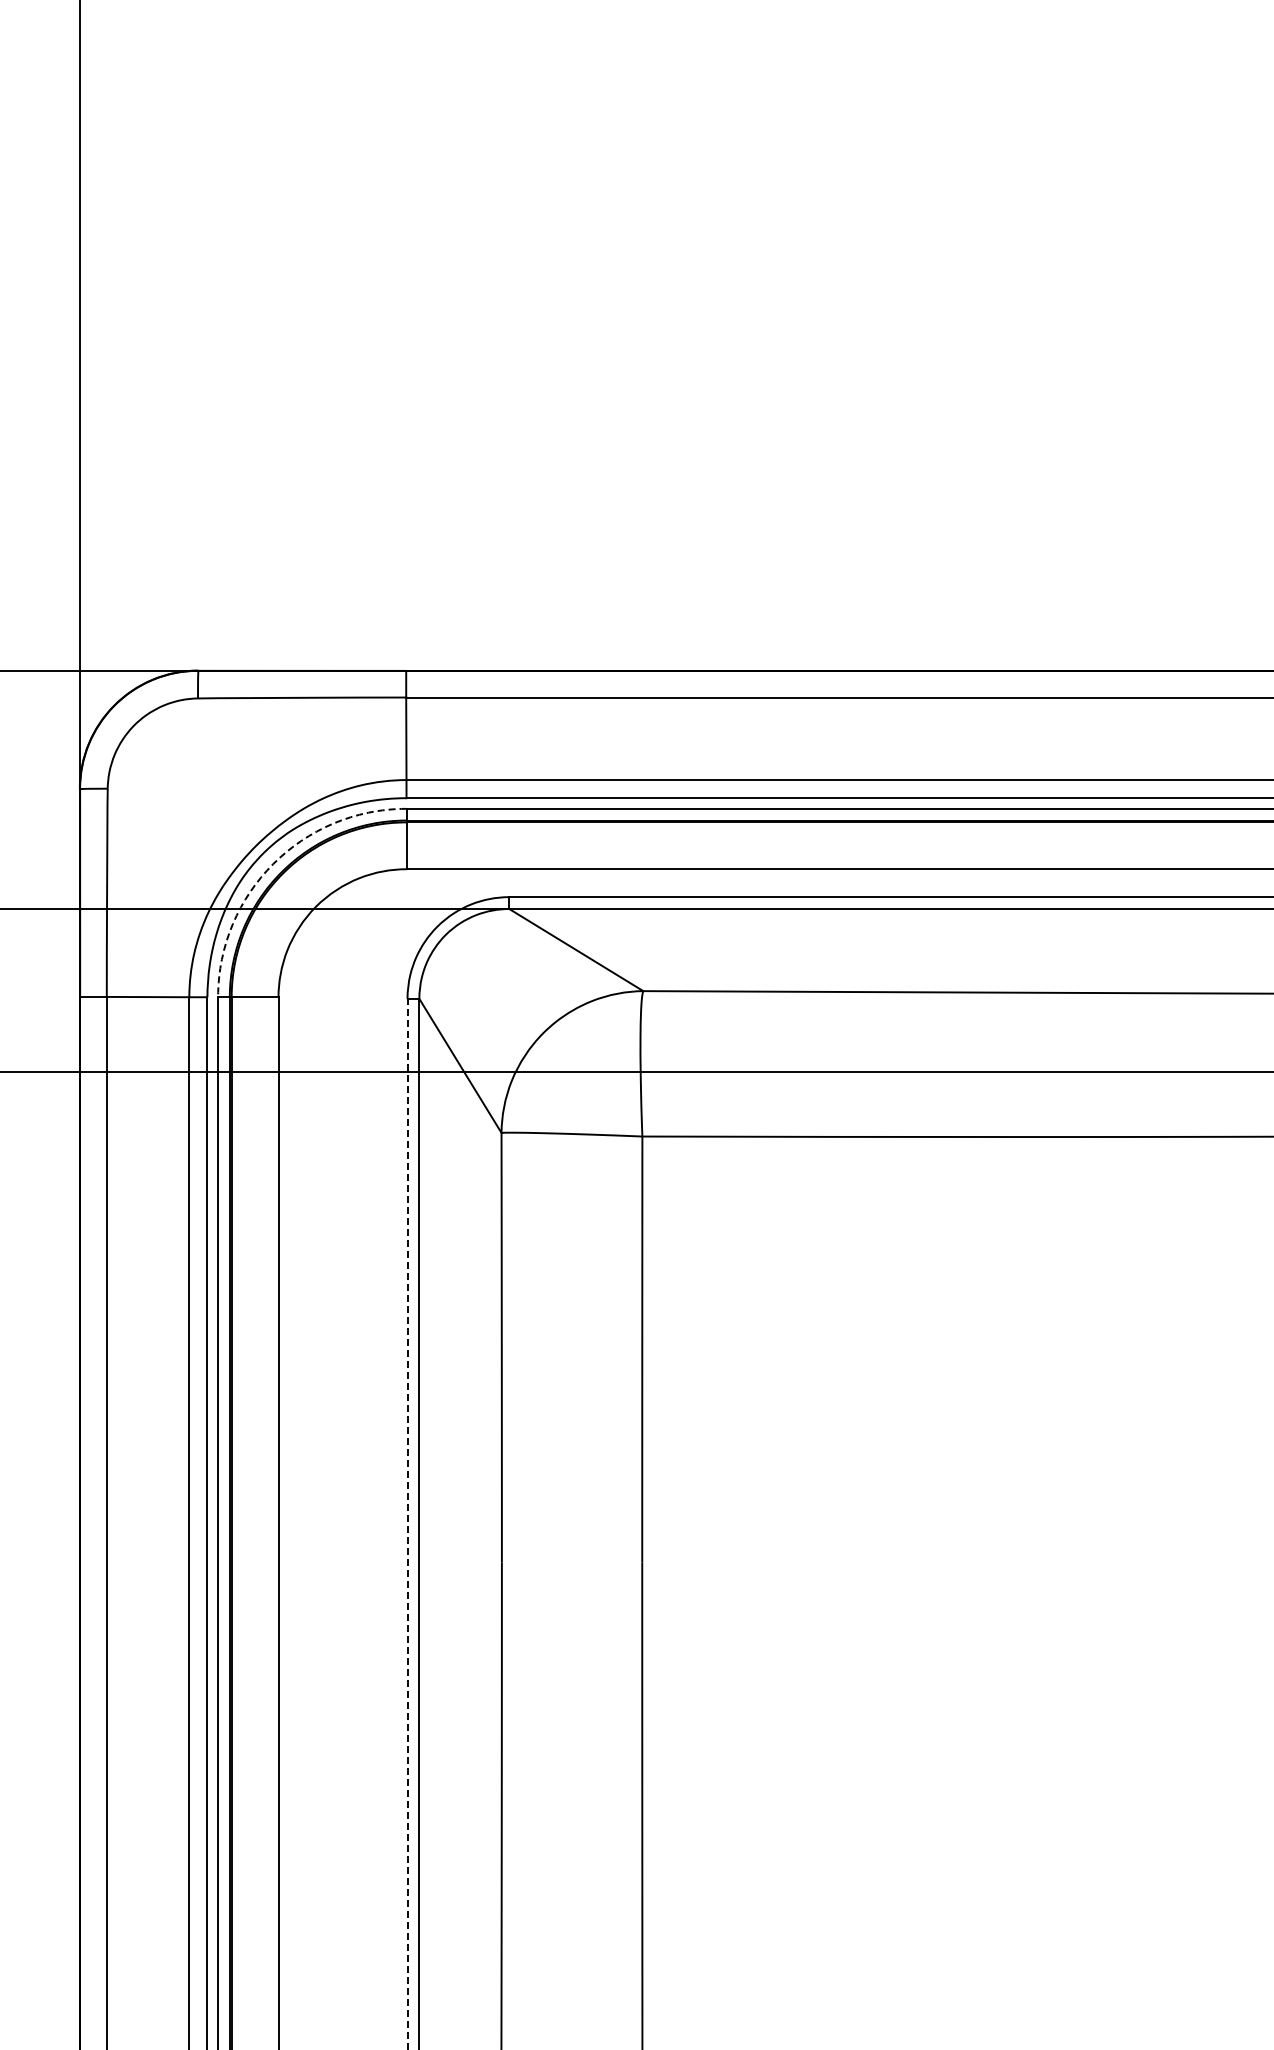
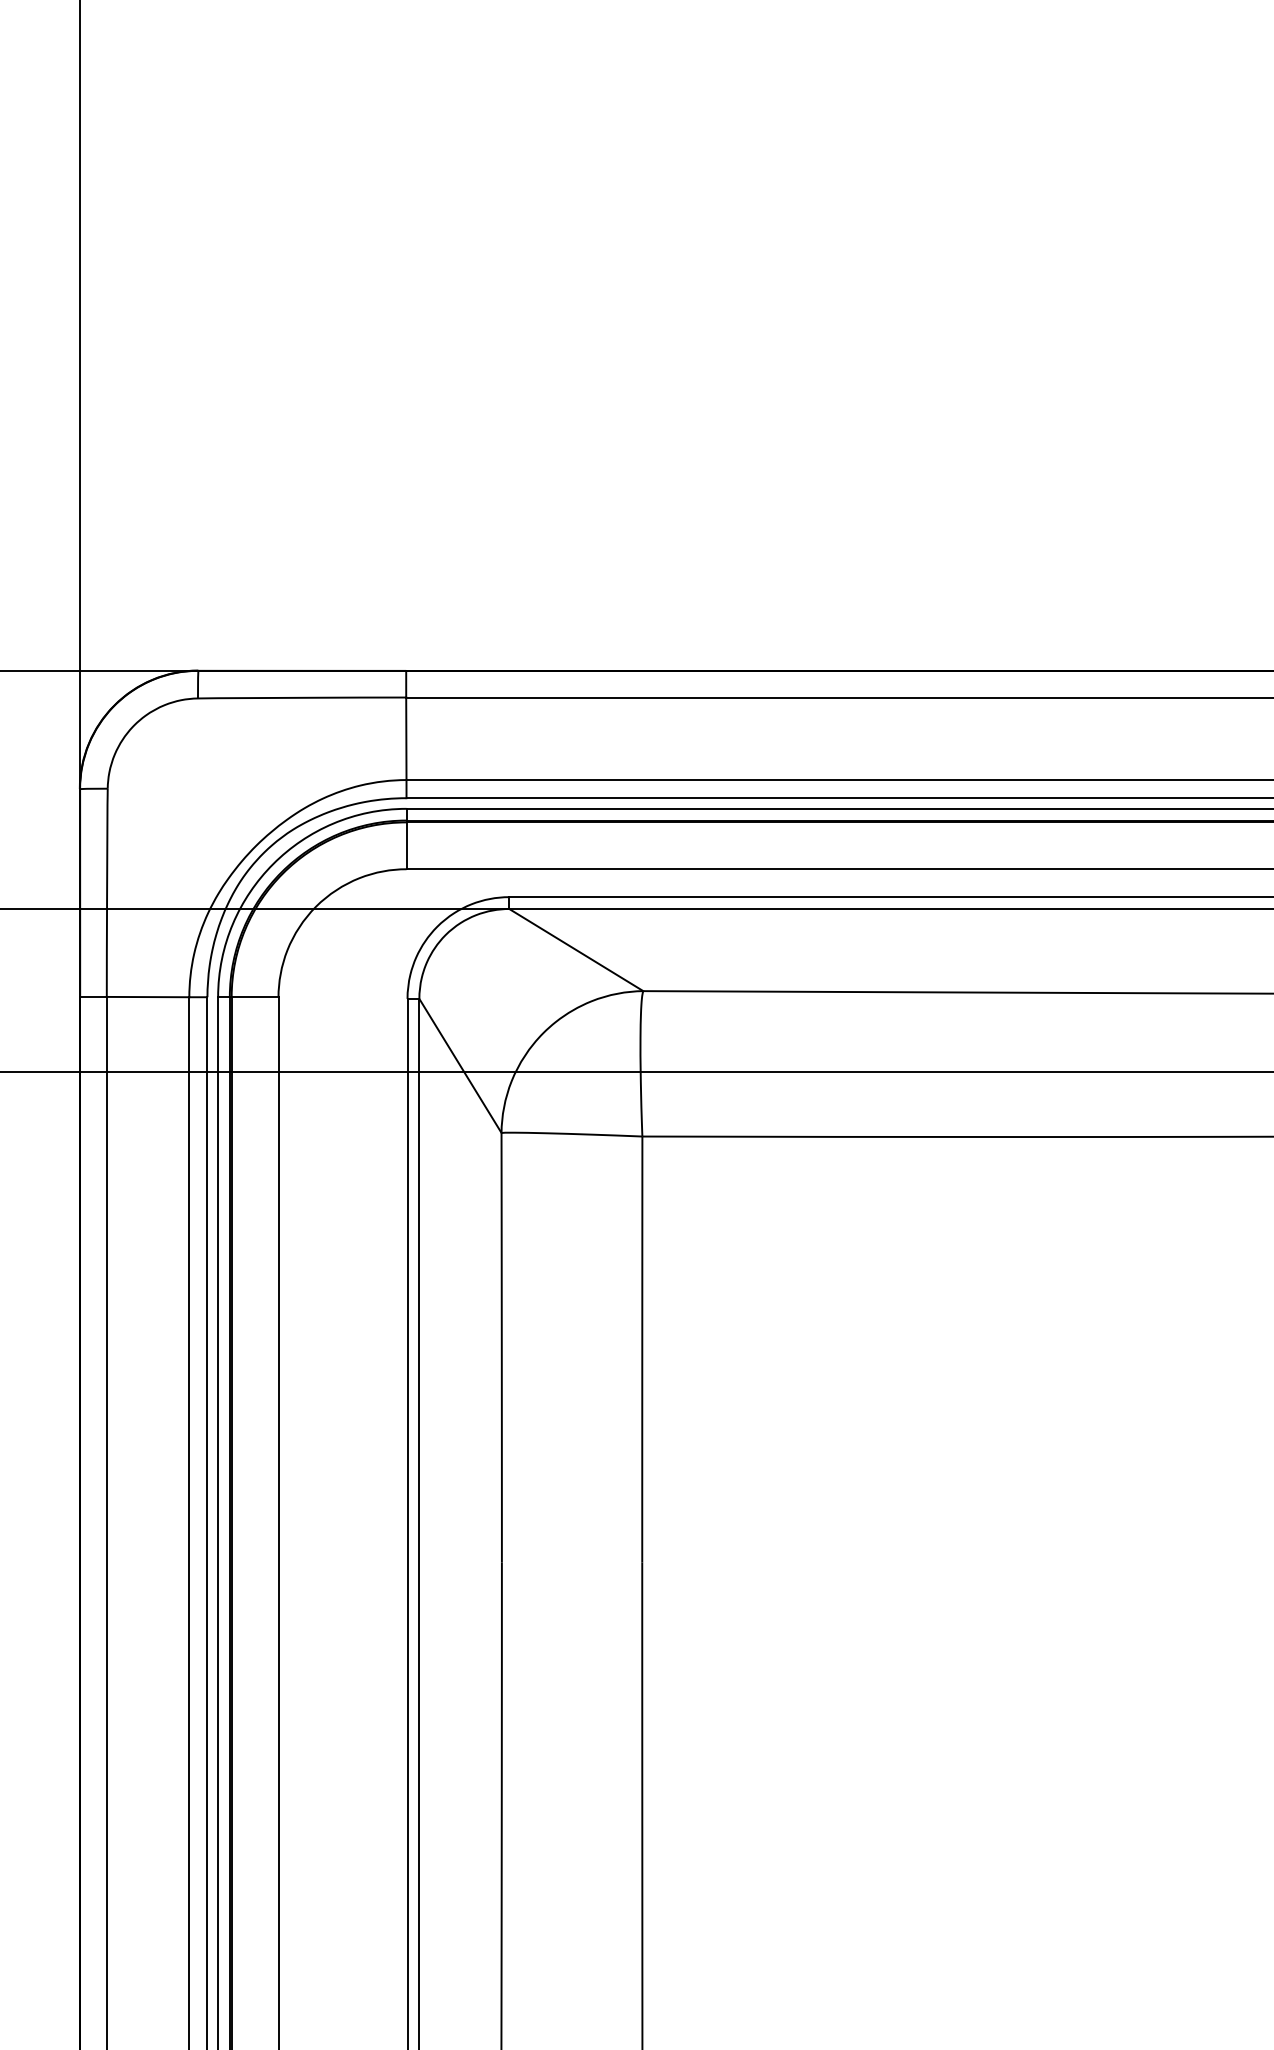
arc at (273, 864): dashed -> solid
line at (407, 1523): dashed -> solid
